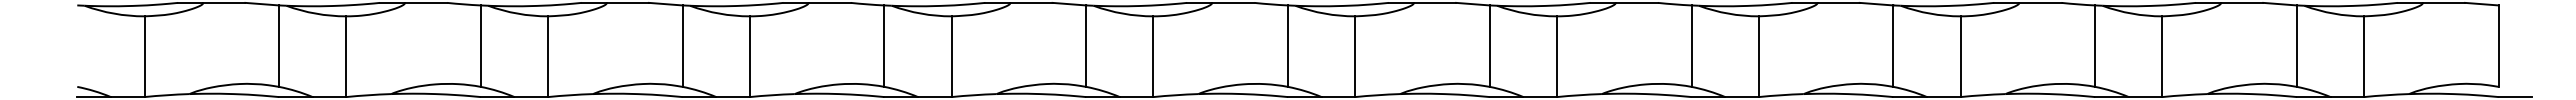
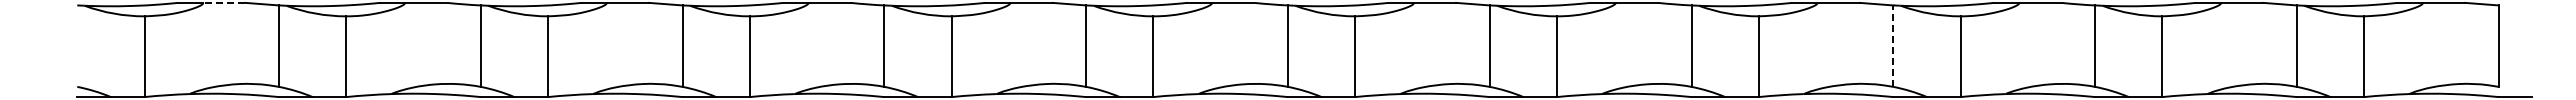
line at (223, 2): solid -> dashed
line at (1893, 46): solid -> dashed
